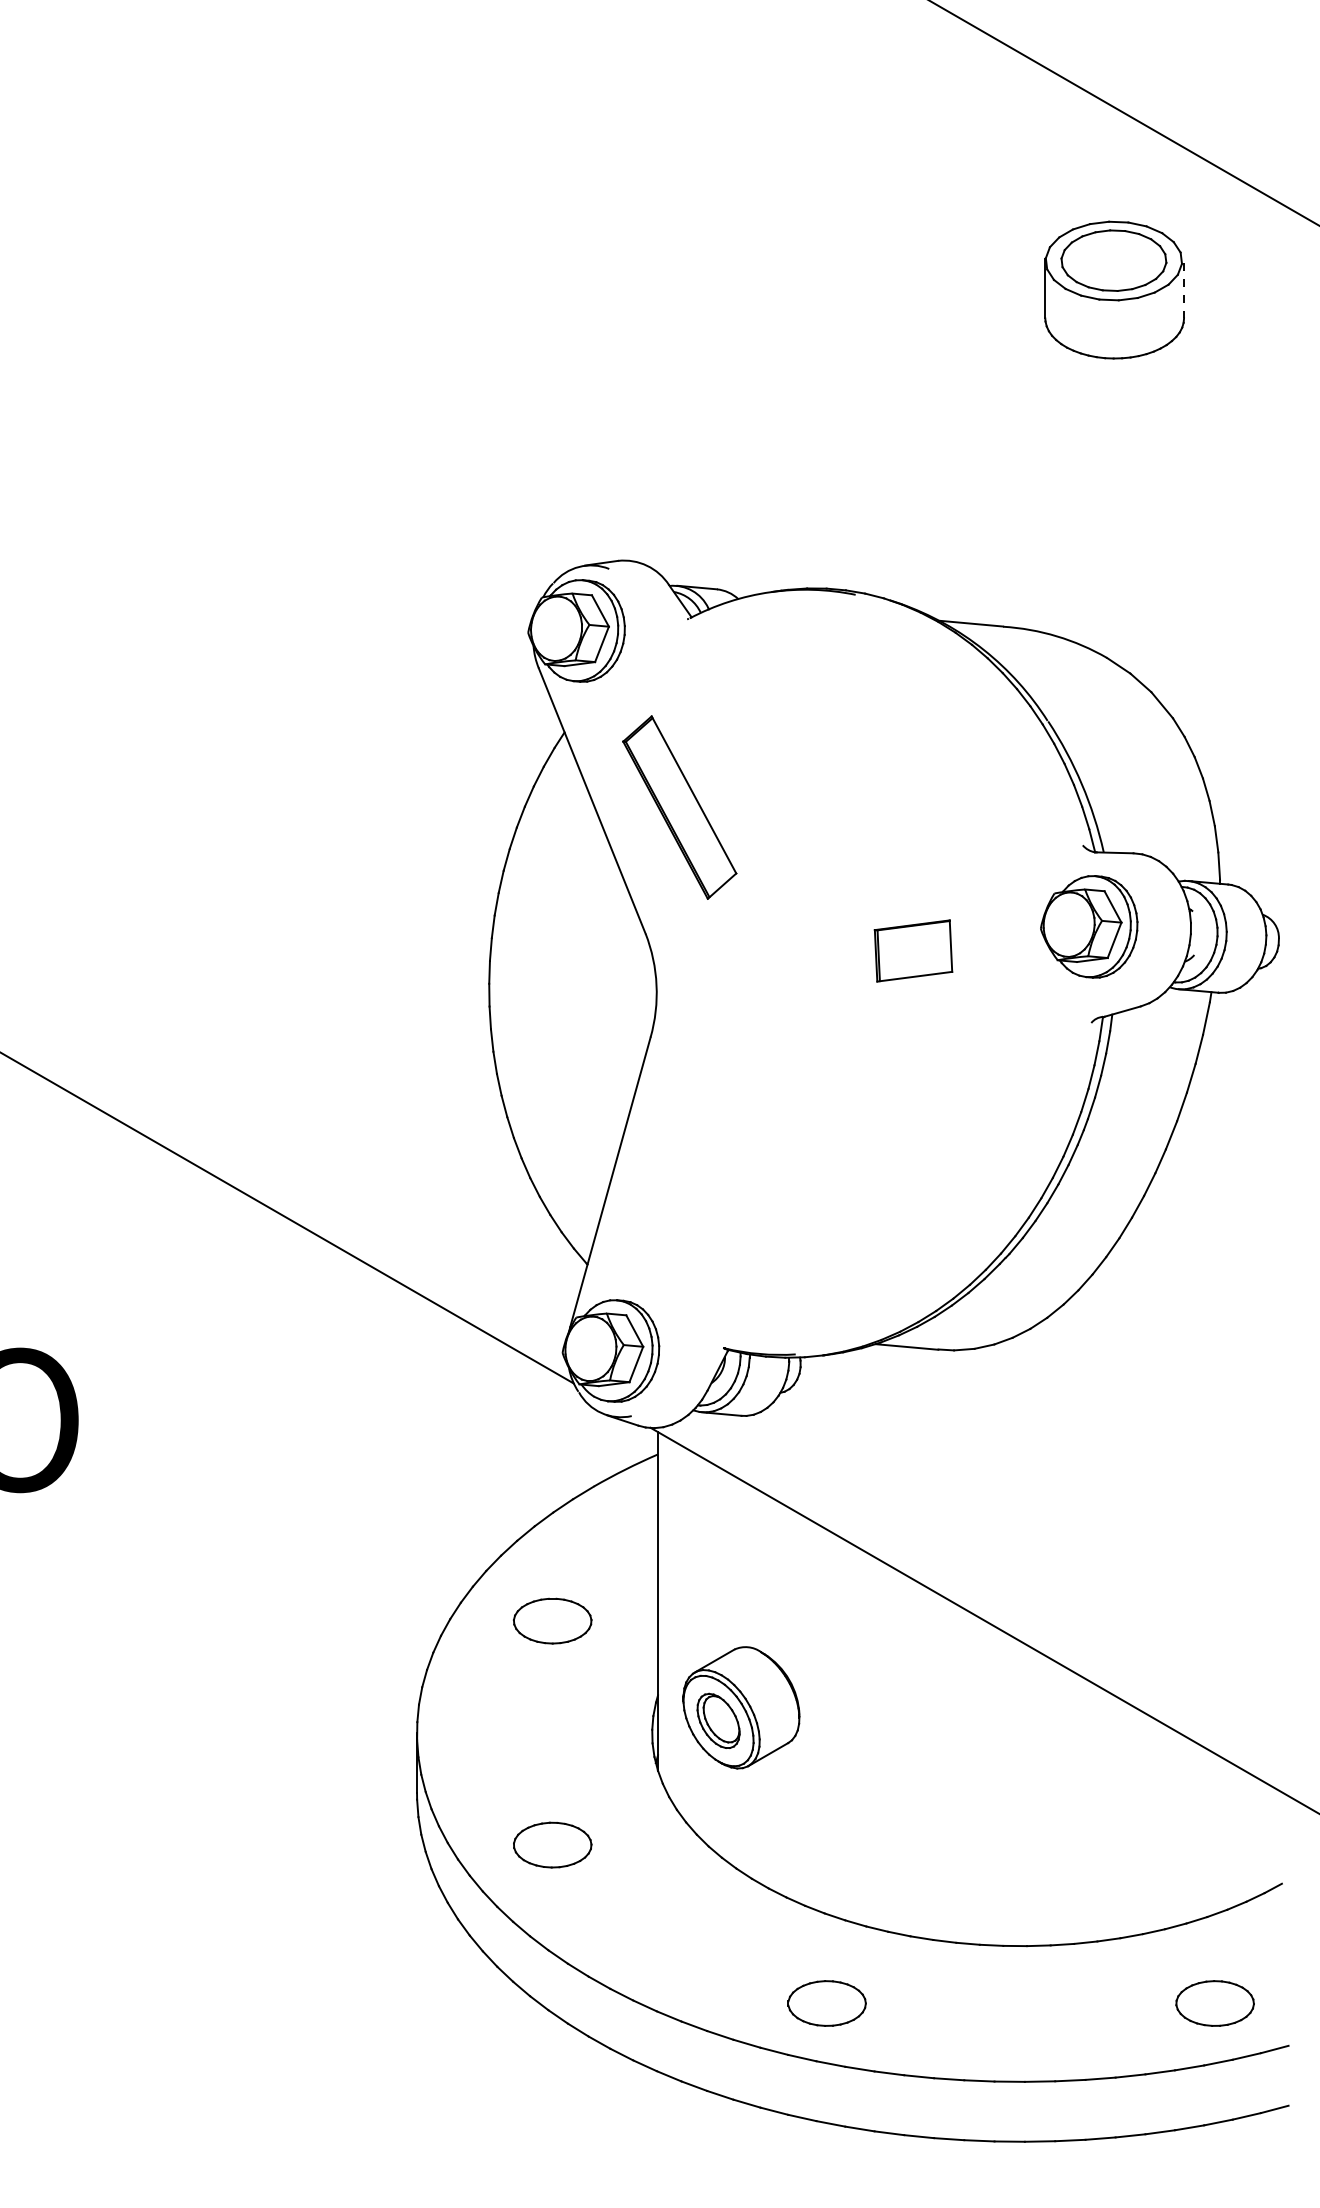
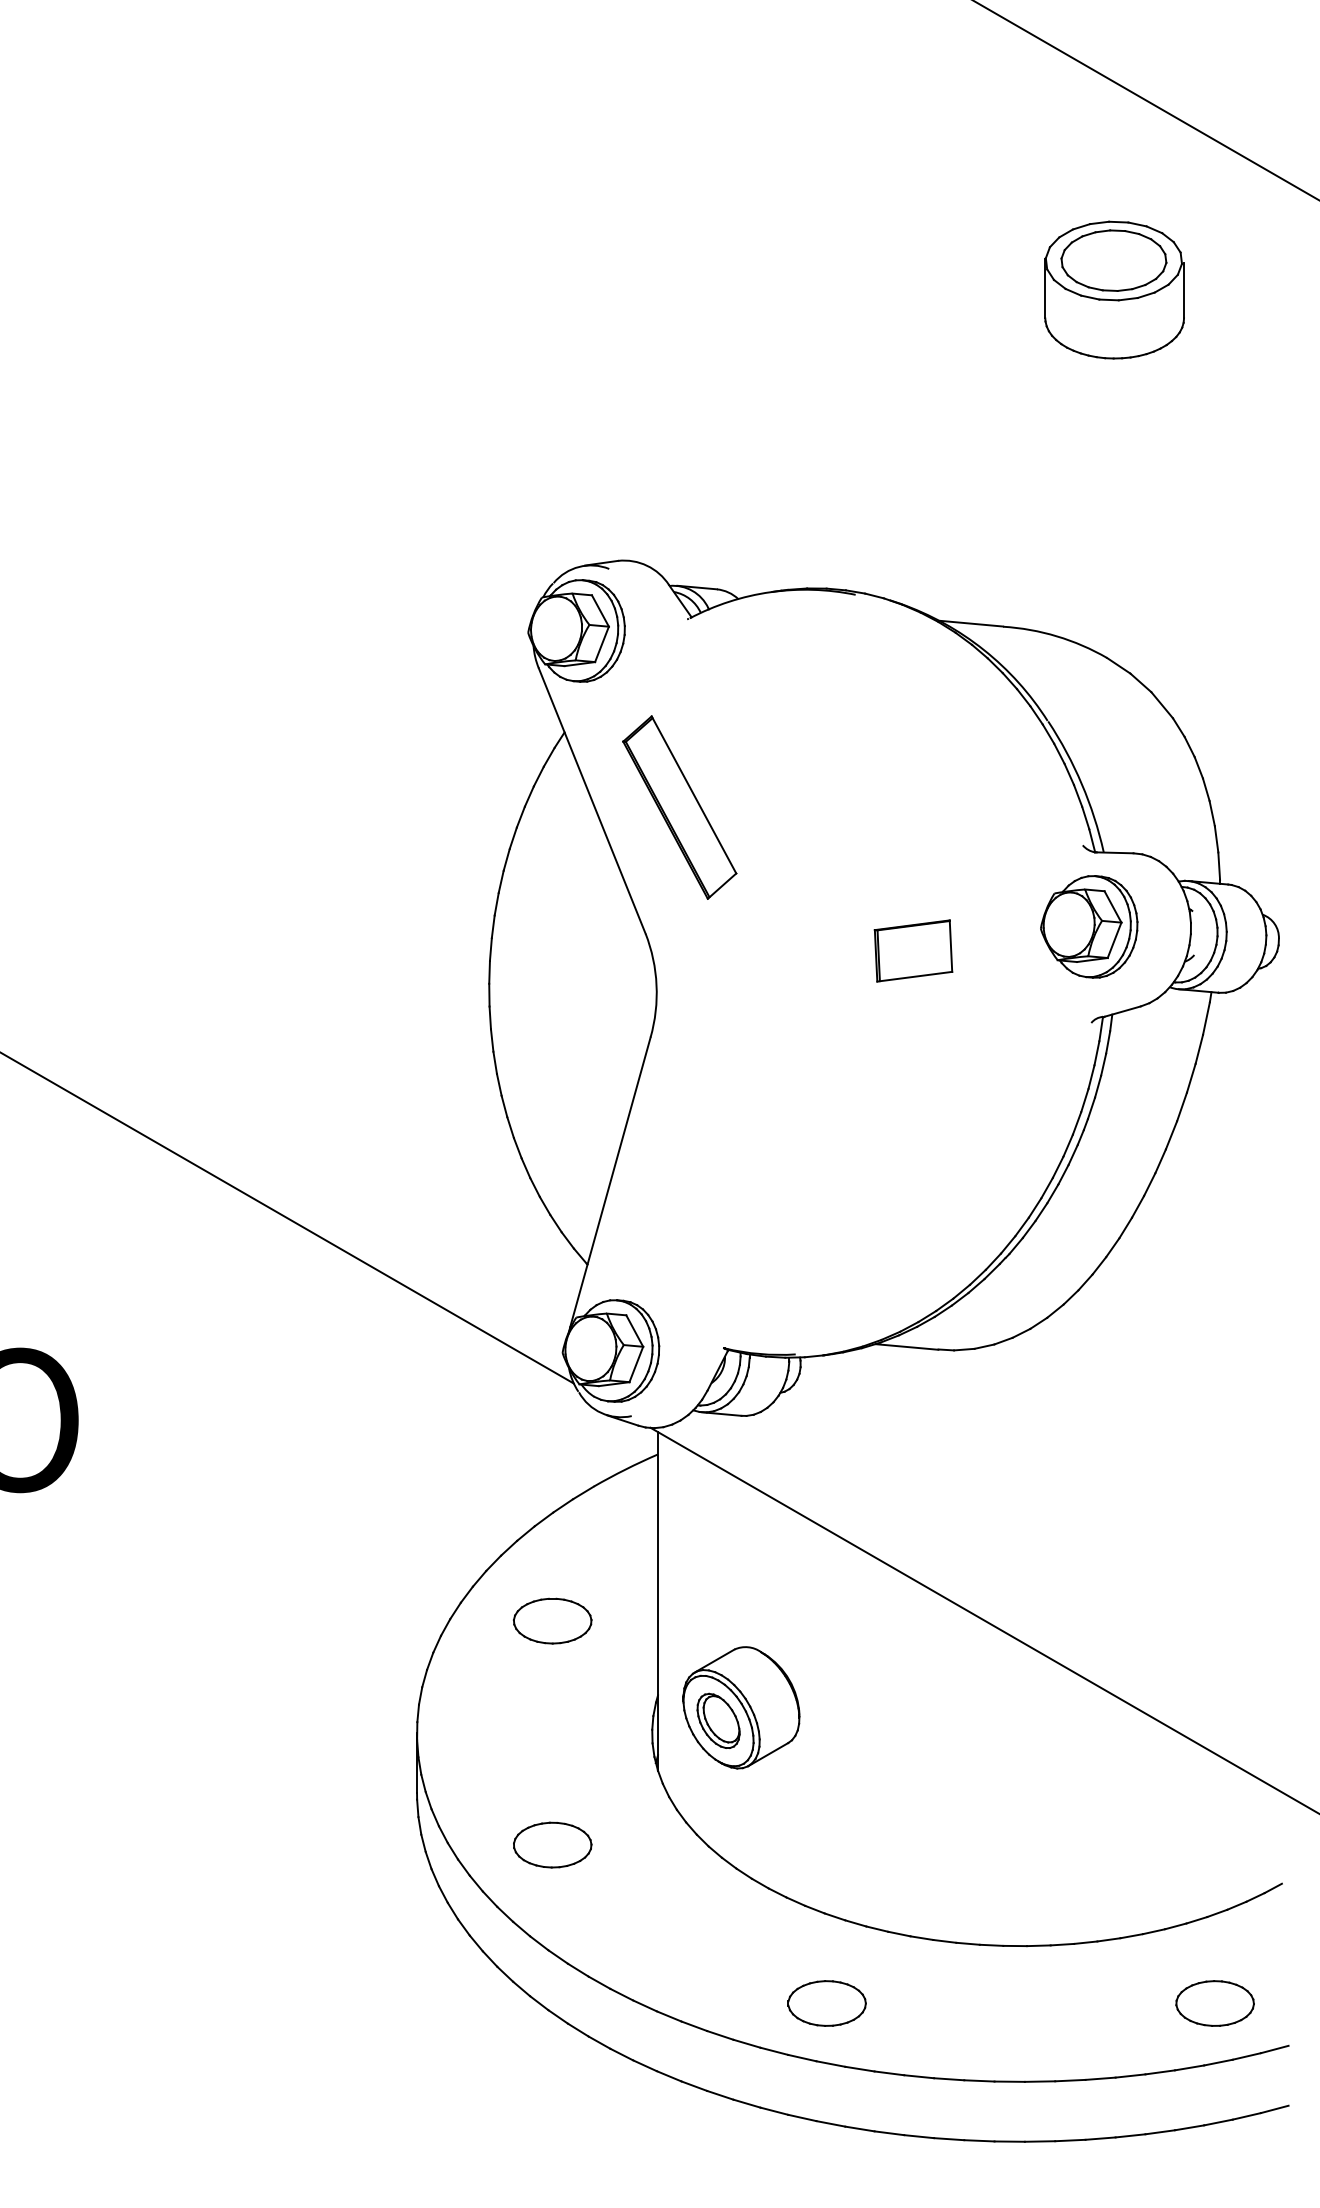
line at (1124, 113) position: (1124, 113) -> (1145, 100)
line at (1184, 290): dashed -> solid
